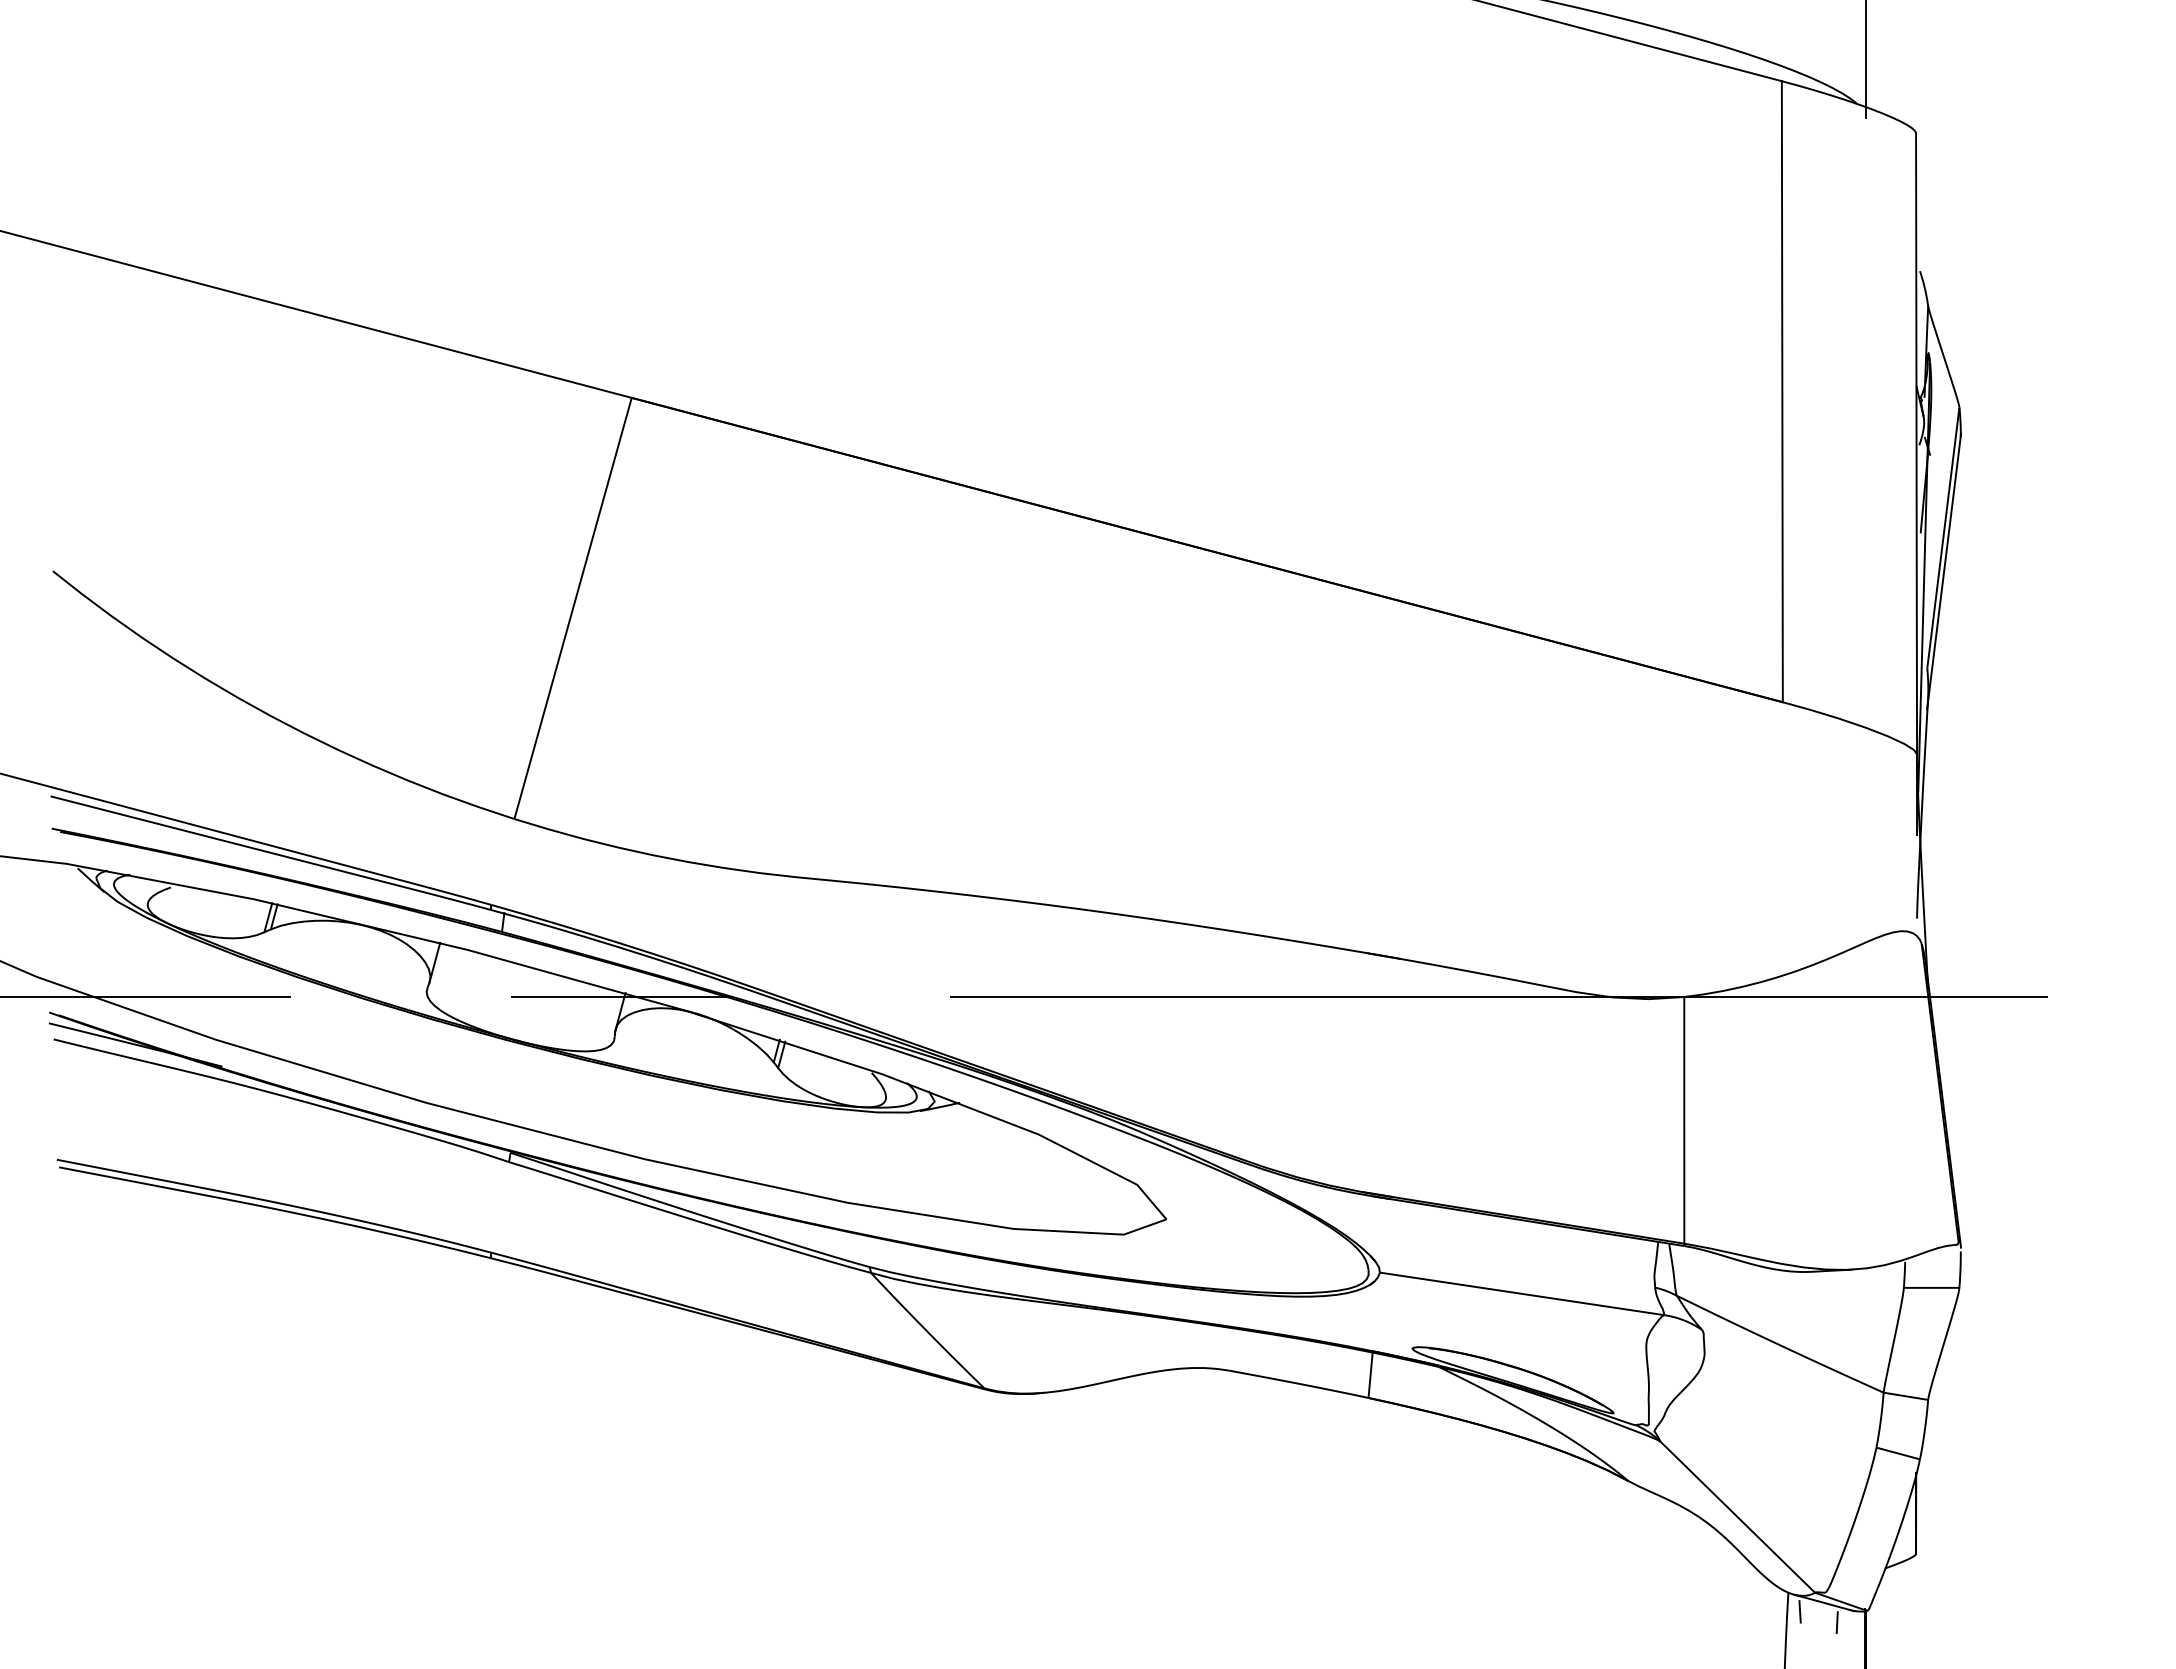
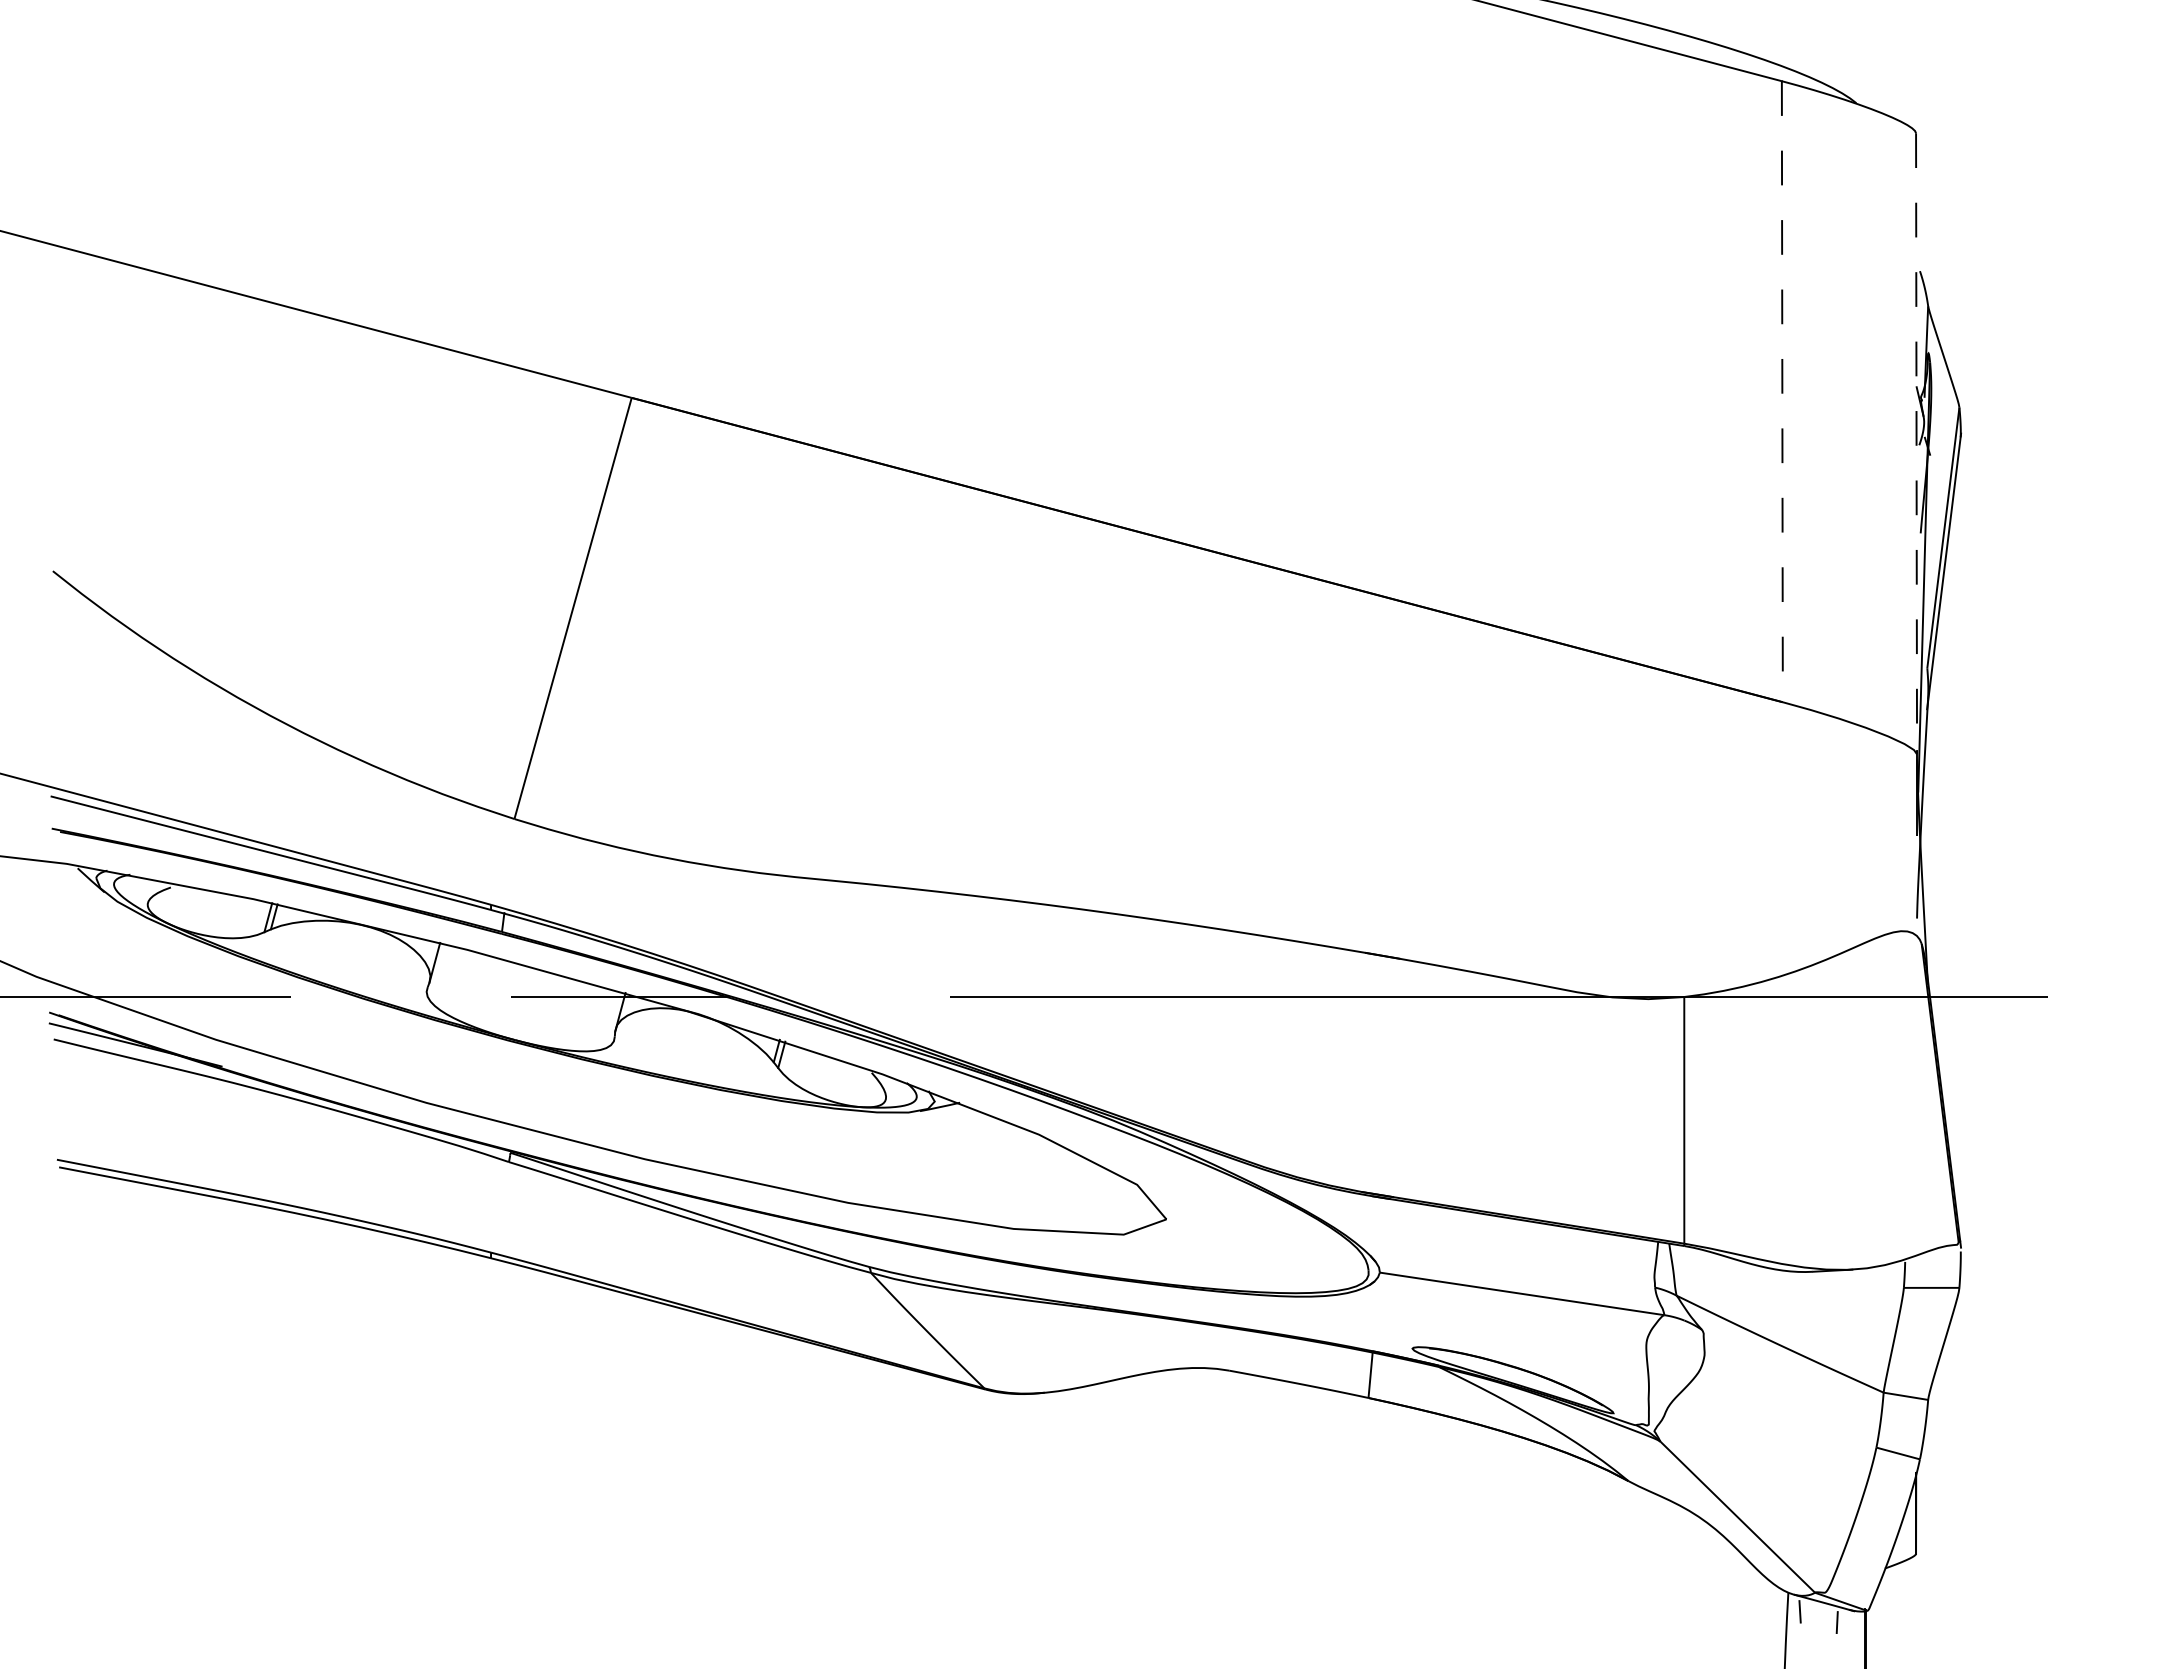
line at (1865, 59): present -> none
line at (1782, 391): solid -> dashed
line at (1916, 443): solid -> dashed
